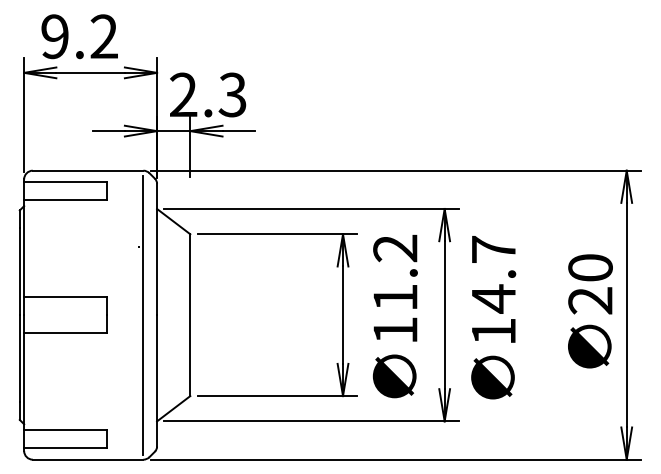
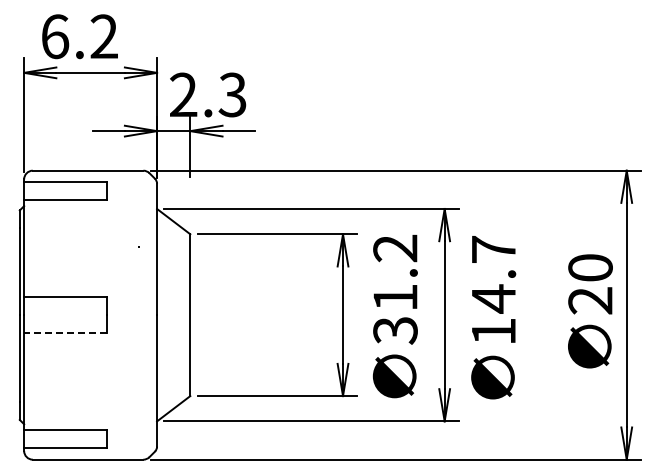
text at (55, 36): 9.2 -> 6.2
line at (143, 315): present -> none
text at (395, 330): 11.2 -> 31.2
line at (64, 333): solid -> dashed
